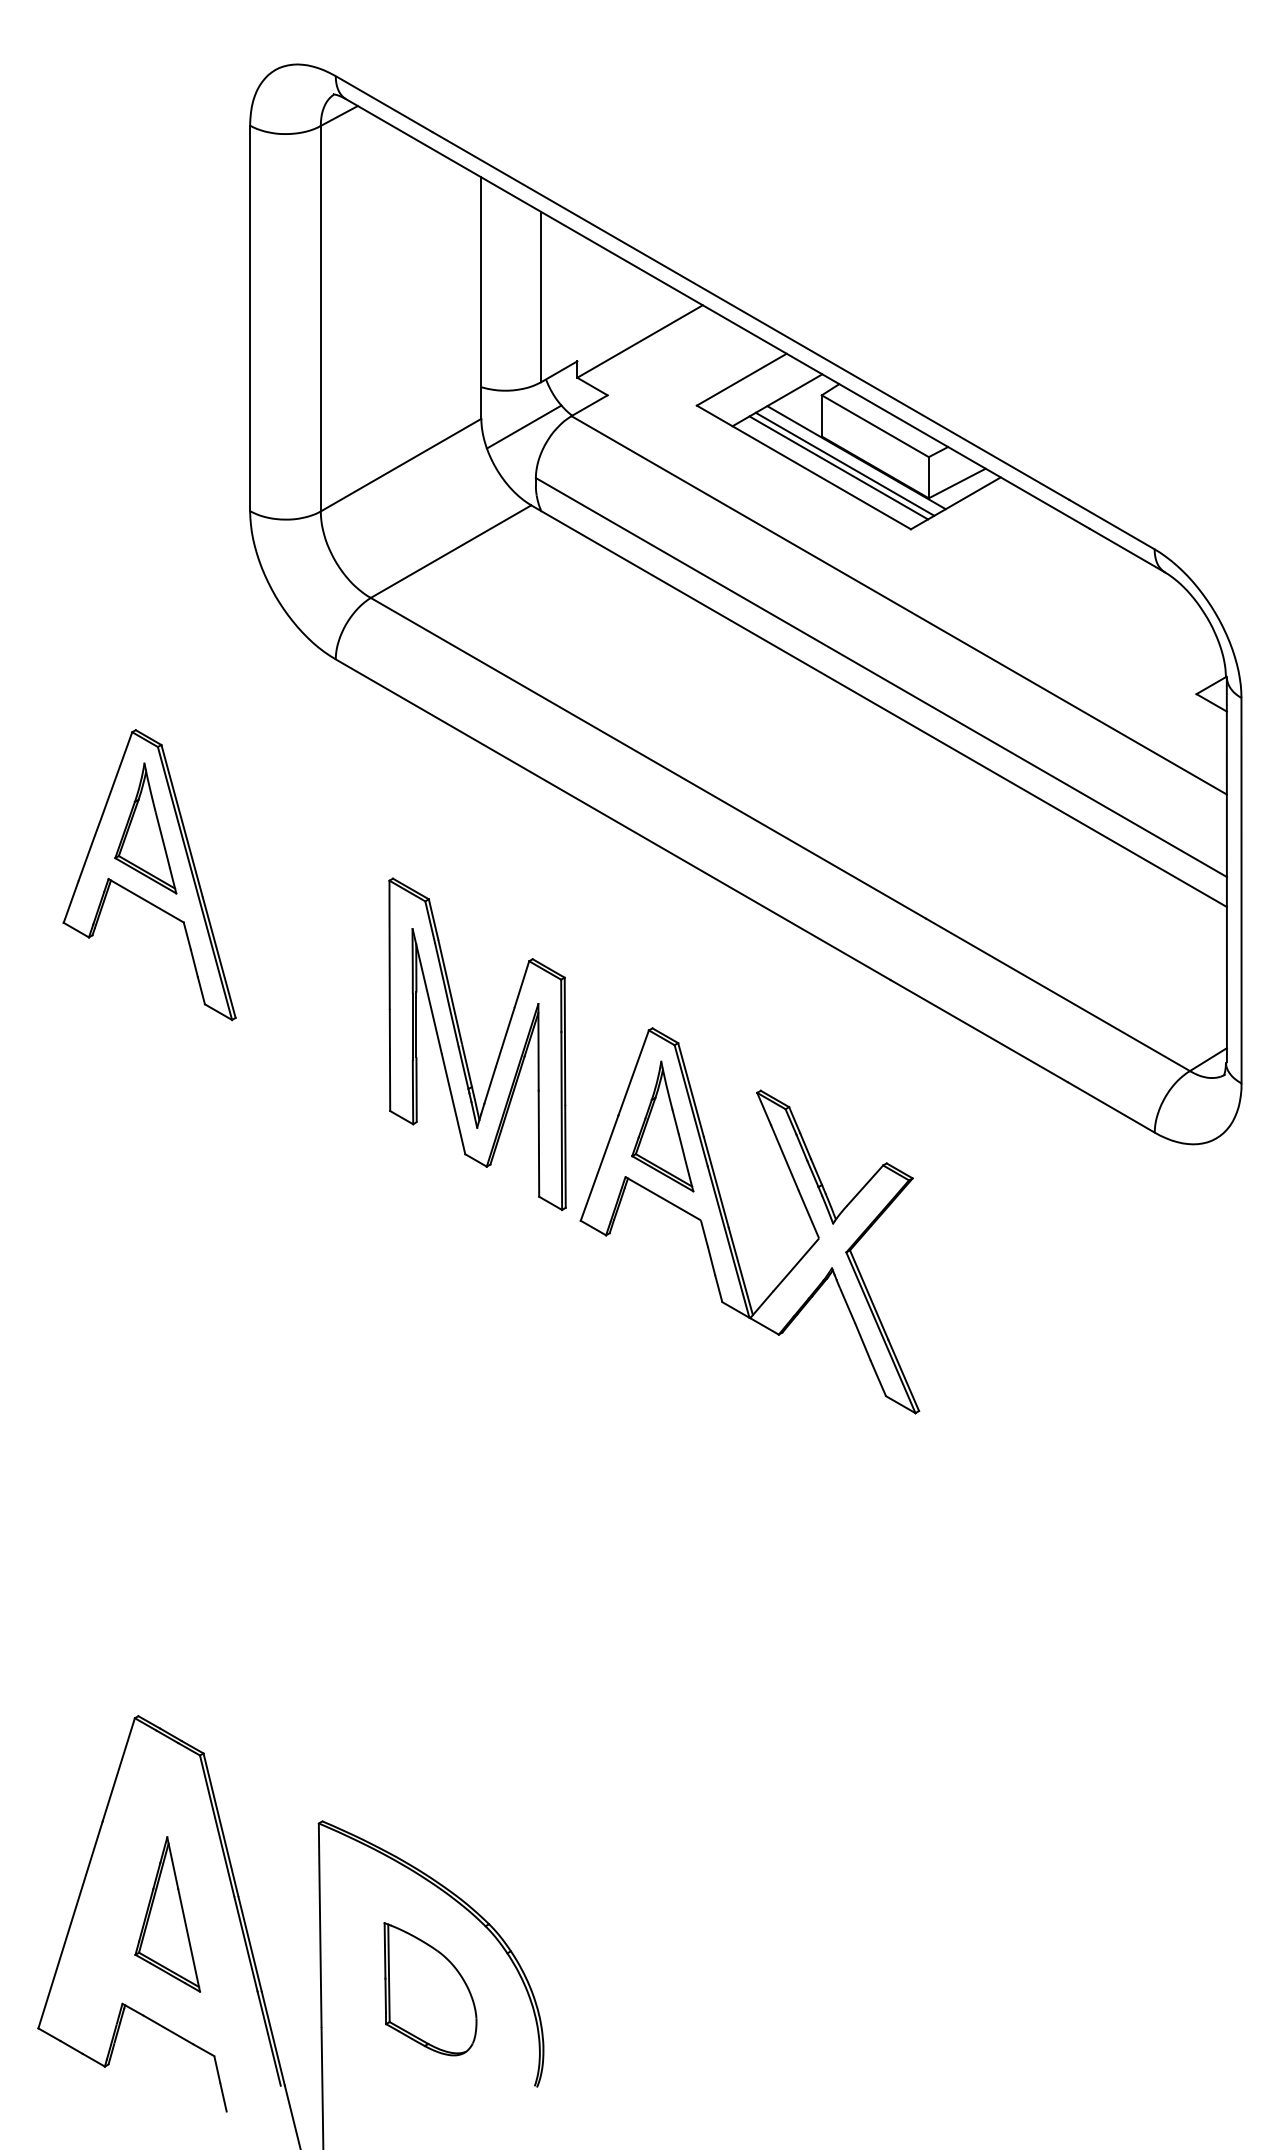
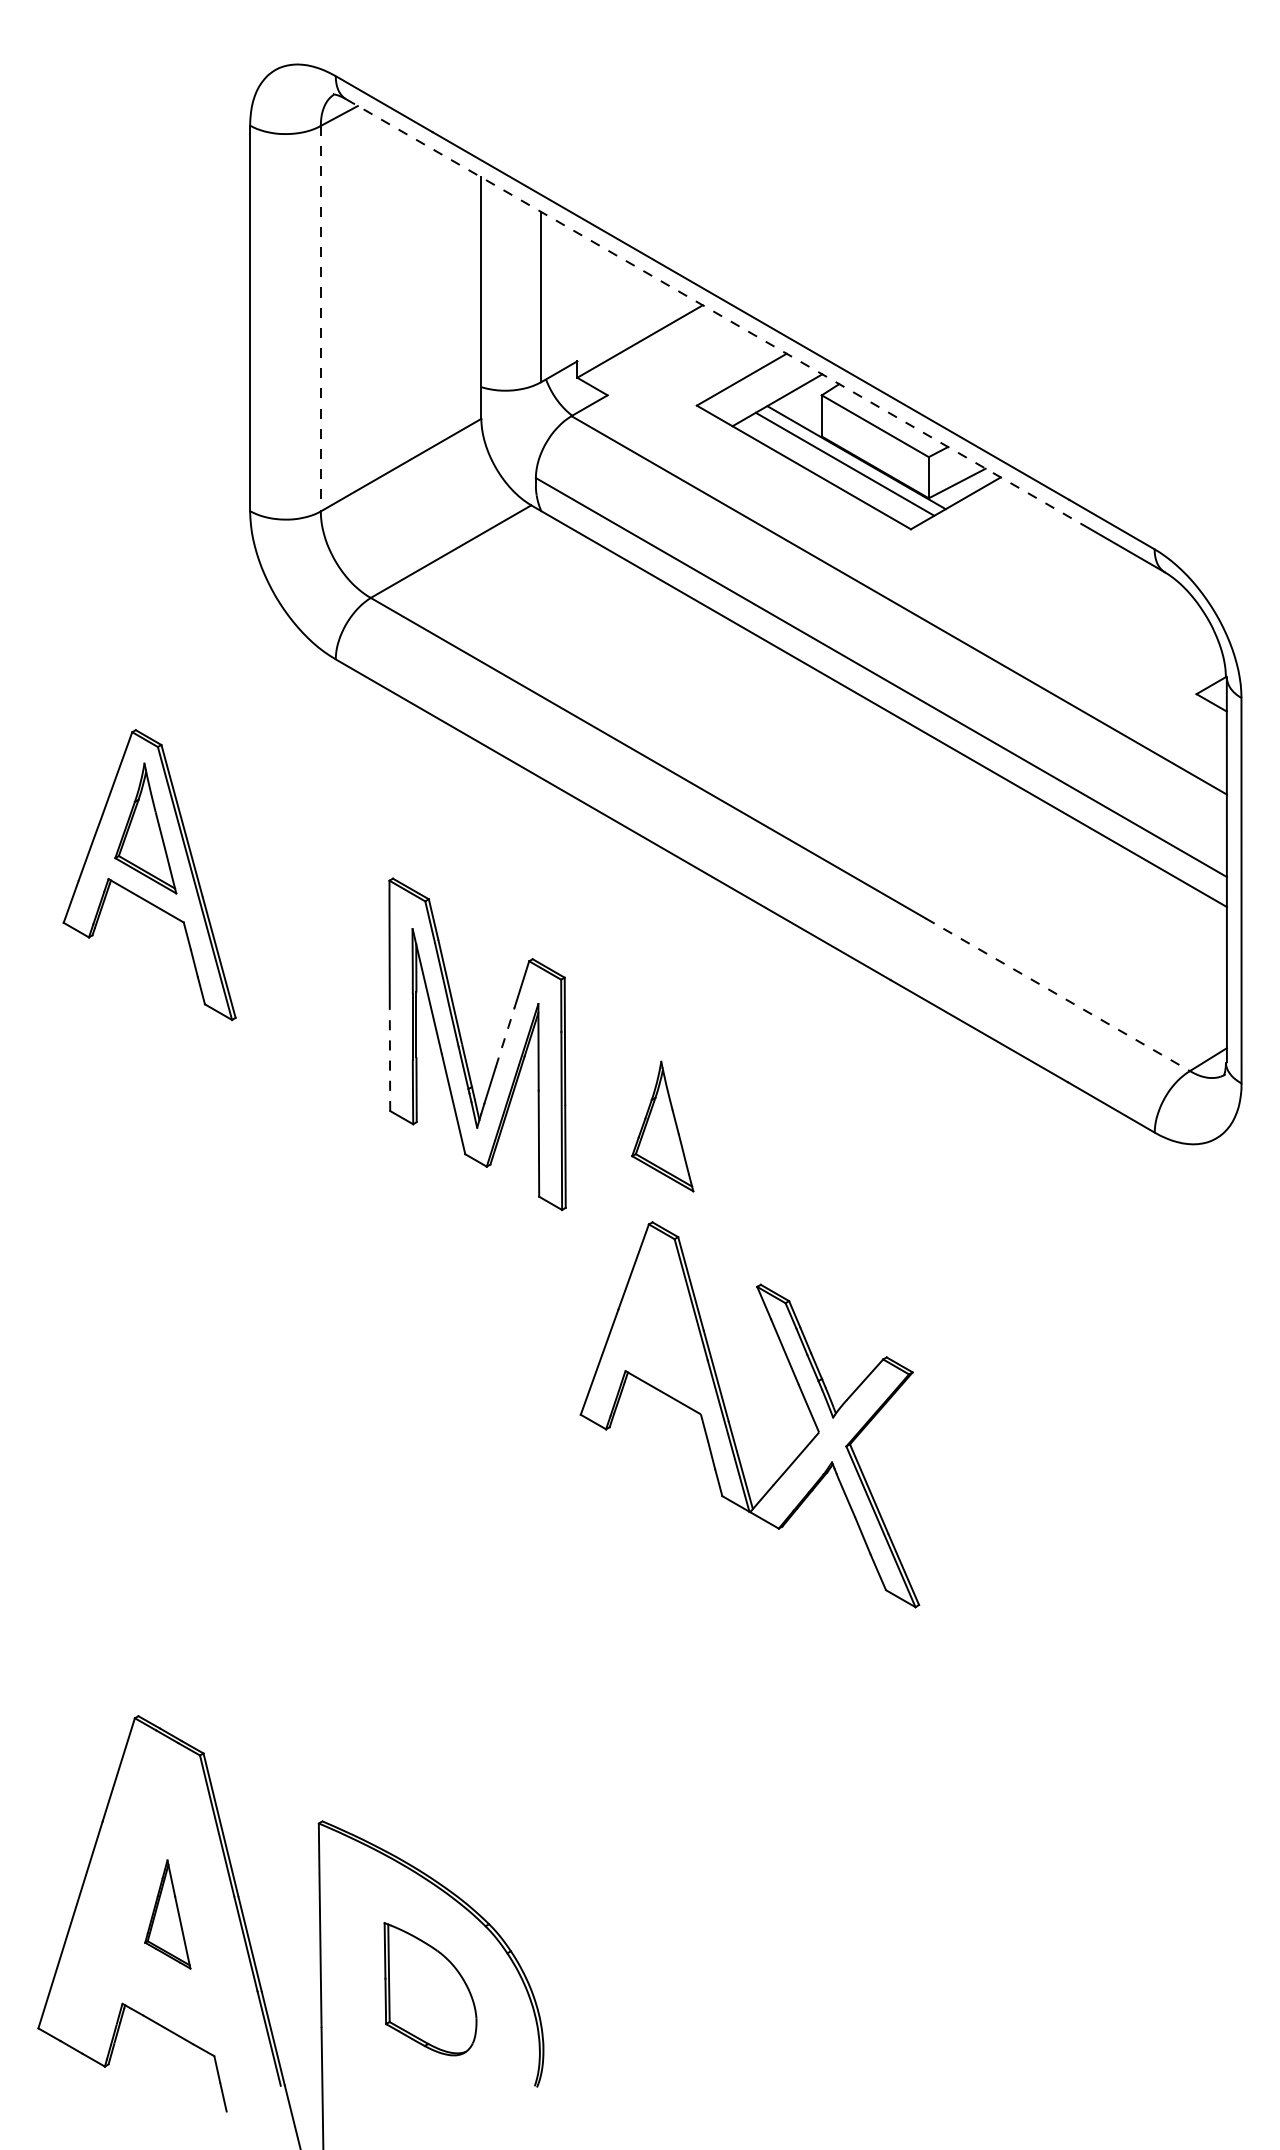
line at (718, 314): solid -> dashed
line at (320, 318): solid -> dashed
line at (523, 426): present -> none
line at (838, 467): present -> none
line at (1058, 995): solid -> dashed
line at (505, 1037): solid -> dashed
line at (390, 1060): solid -> dashed
part at (729, 1225) position: (729, 1225) -> (729, 1419)
part at (167, 1914) size: 68x157 px -> 48x111 px
